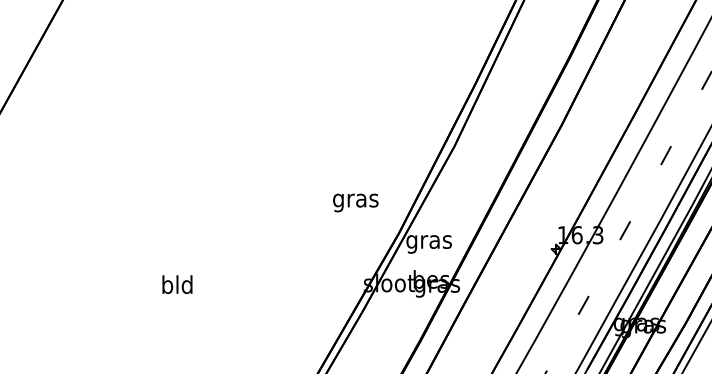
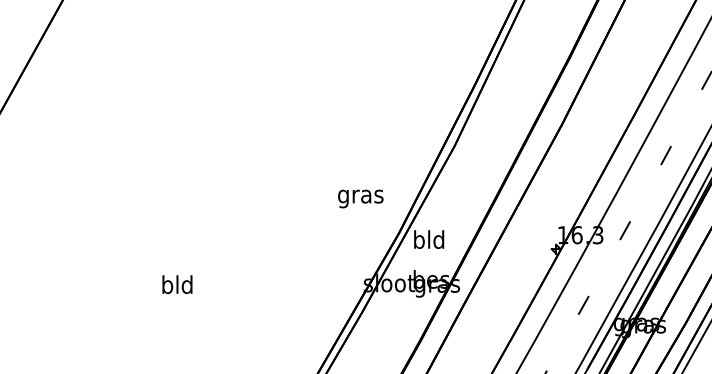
text at (355, 202) position: (355, 202) -> (360, 198)
text at (428, 241): gras -> bld
